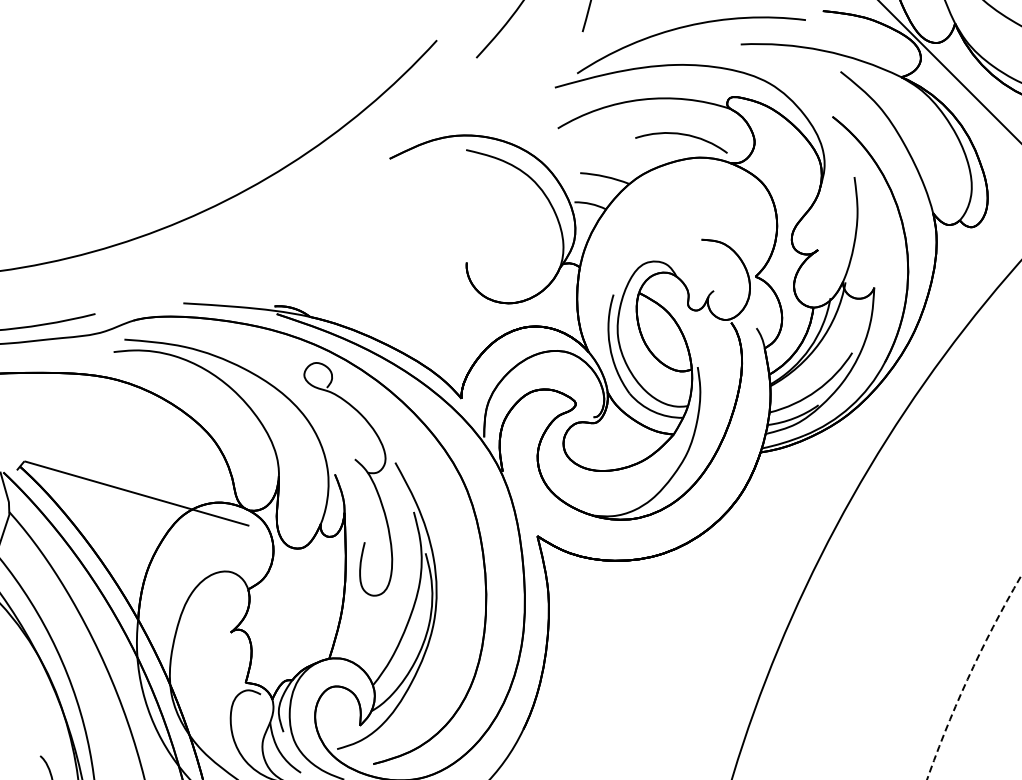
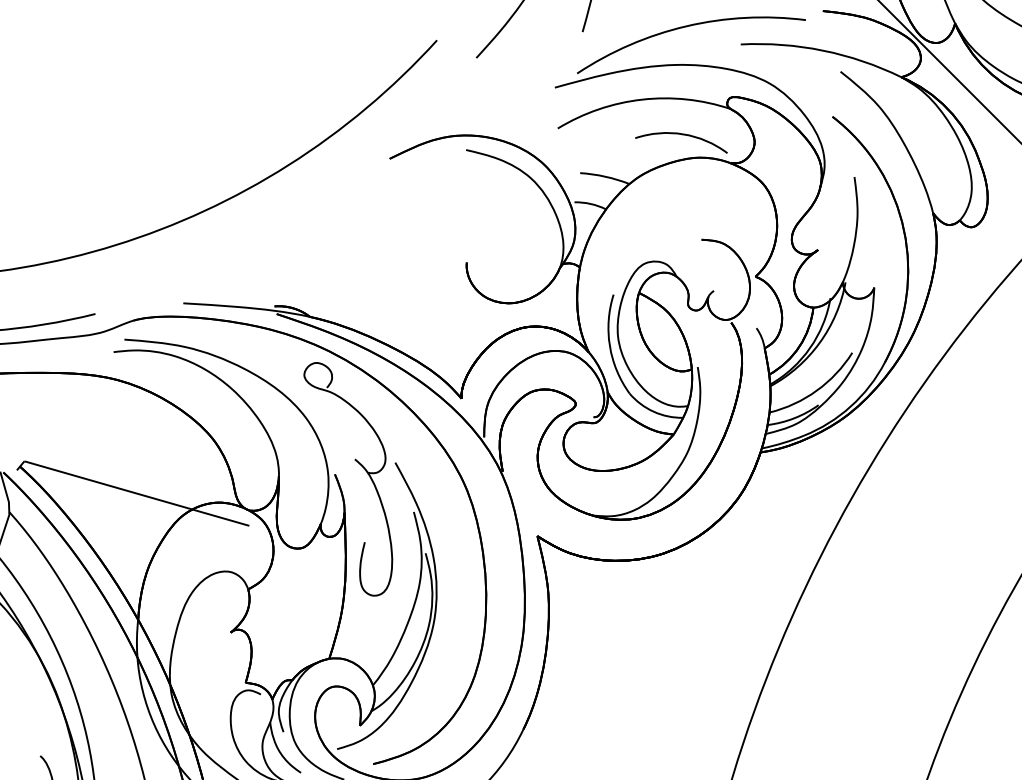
line at (969, 675): dashed -> solid
